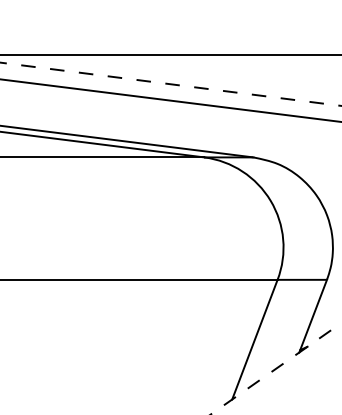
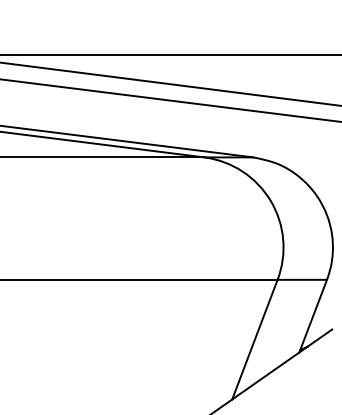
line at (170, 84): dashed -> solid
line at (271, 371): dashed -> solid
